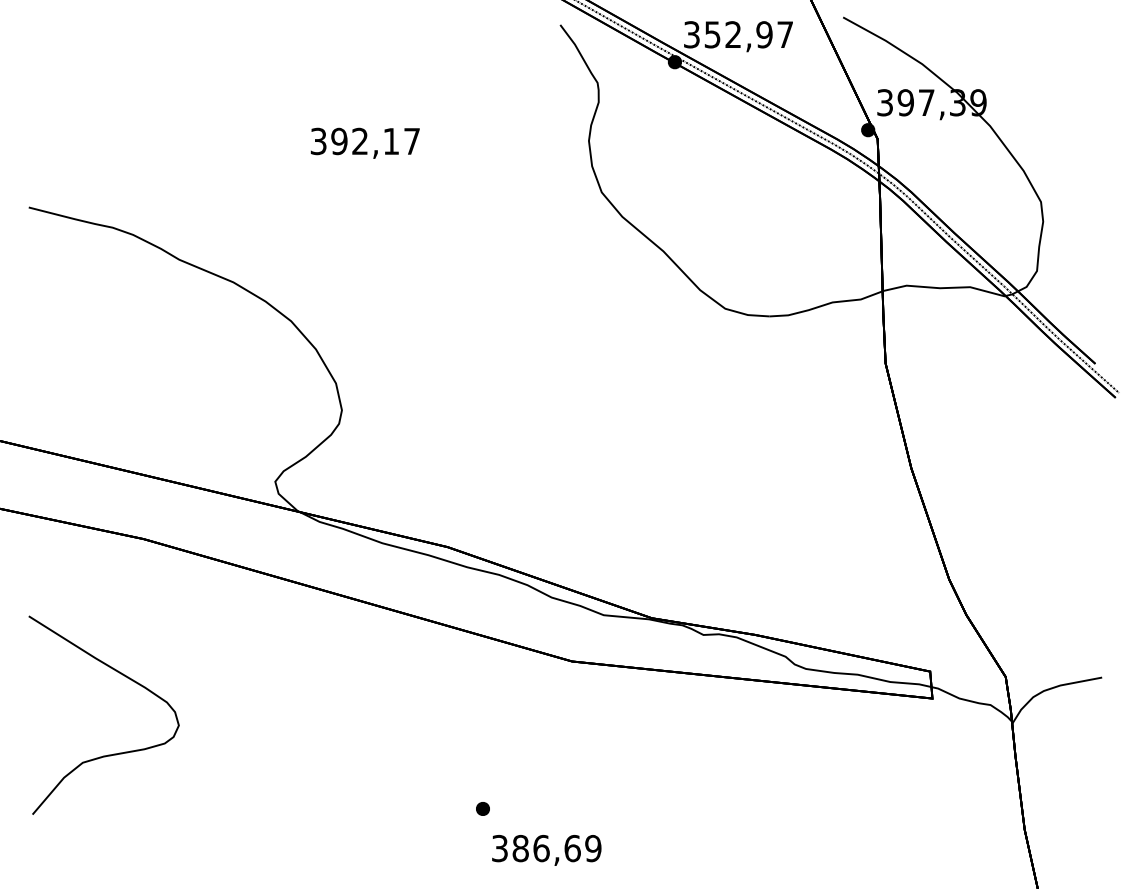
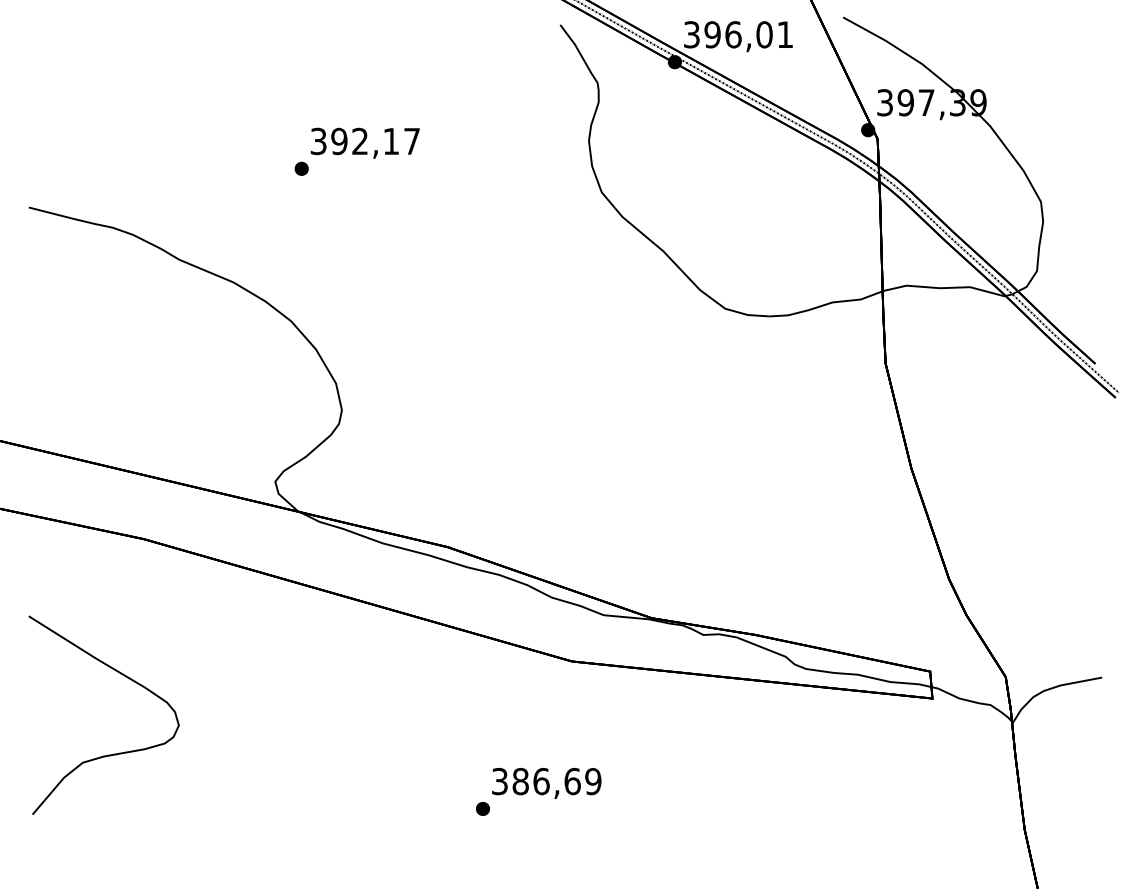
text at (748, 34): 352,97 -> 396,01
part at (301, 168): none -> present
text at (546, 850) position: (546, 850) -> (546, 783)
